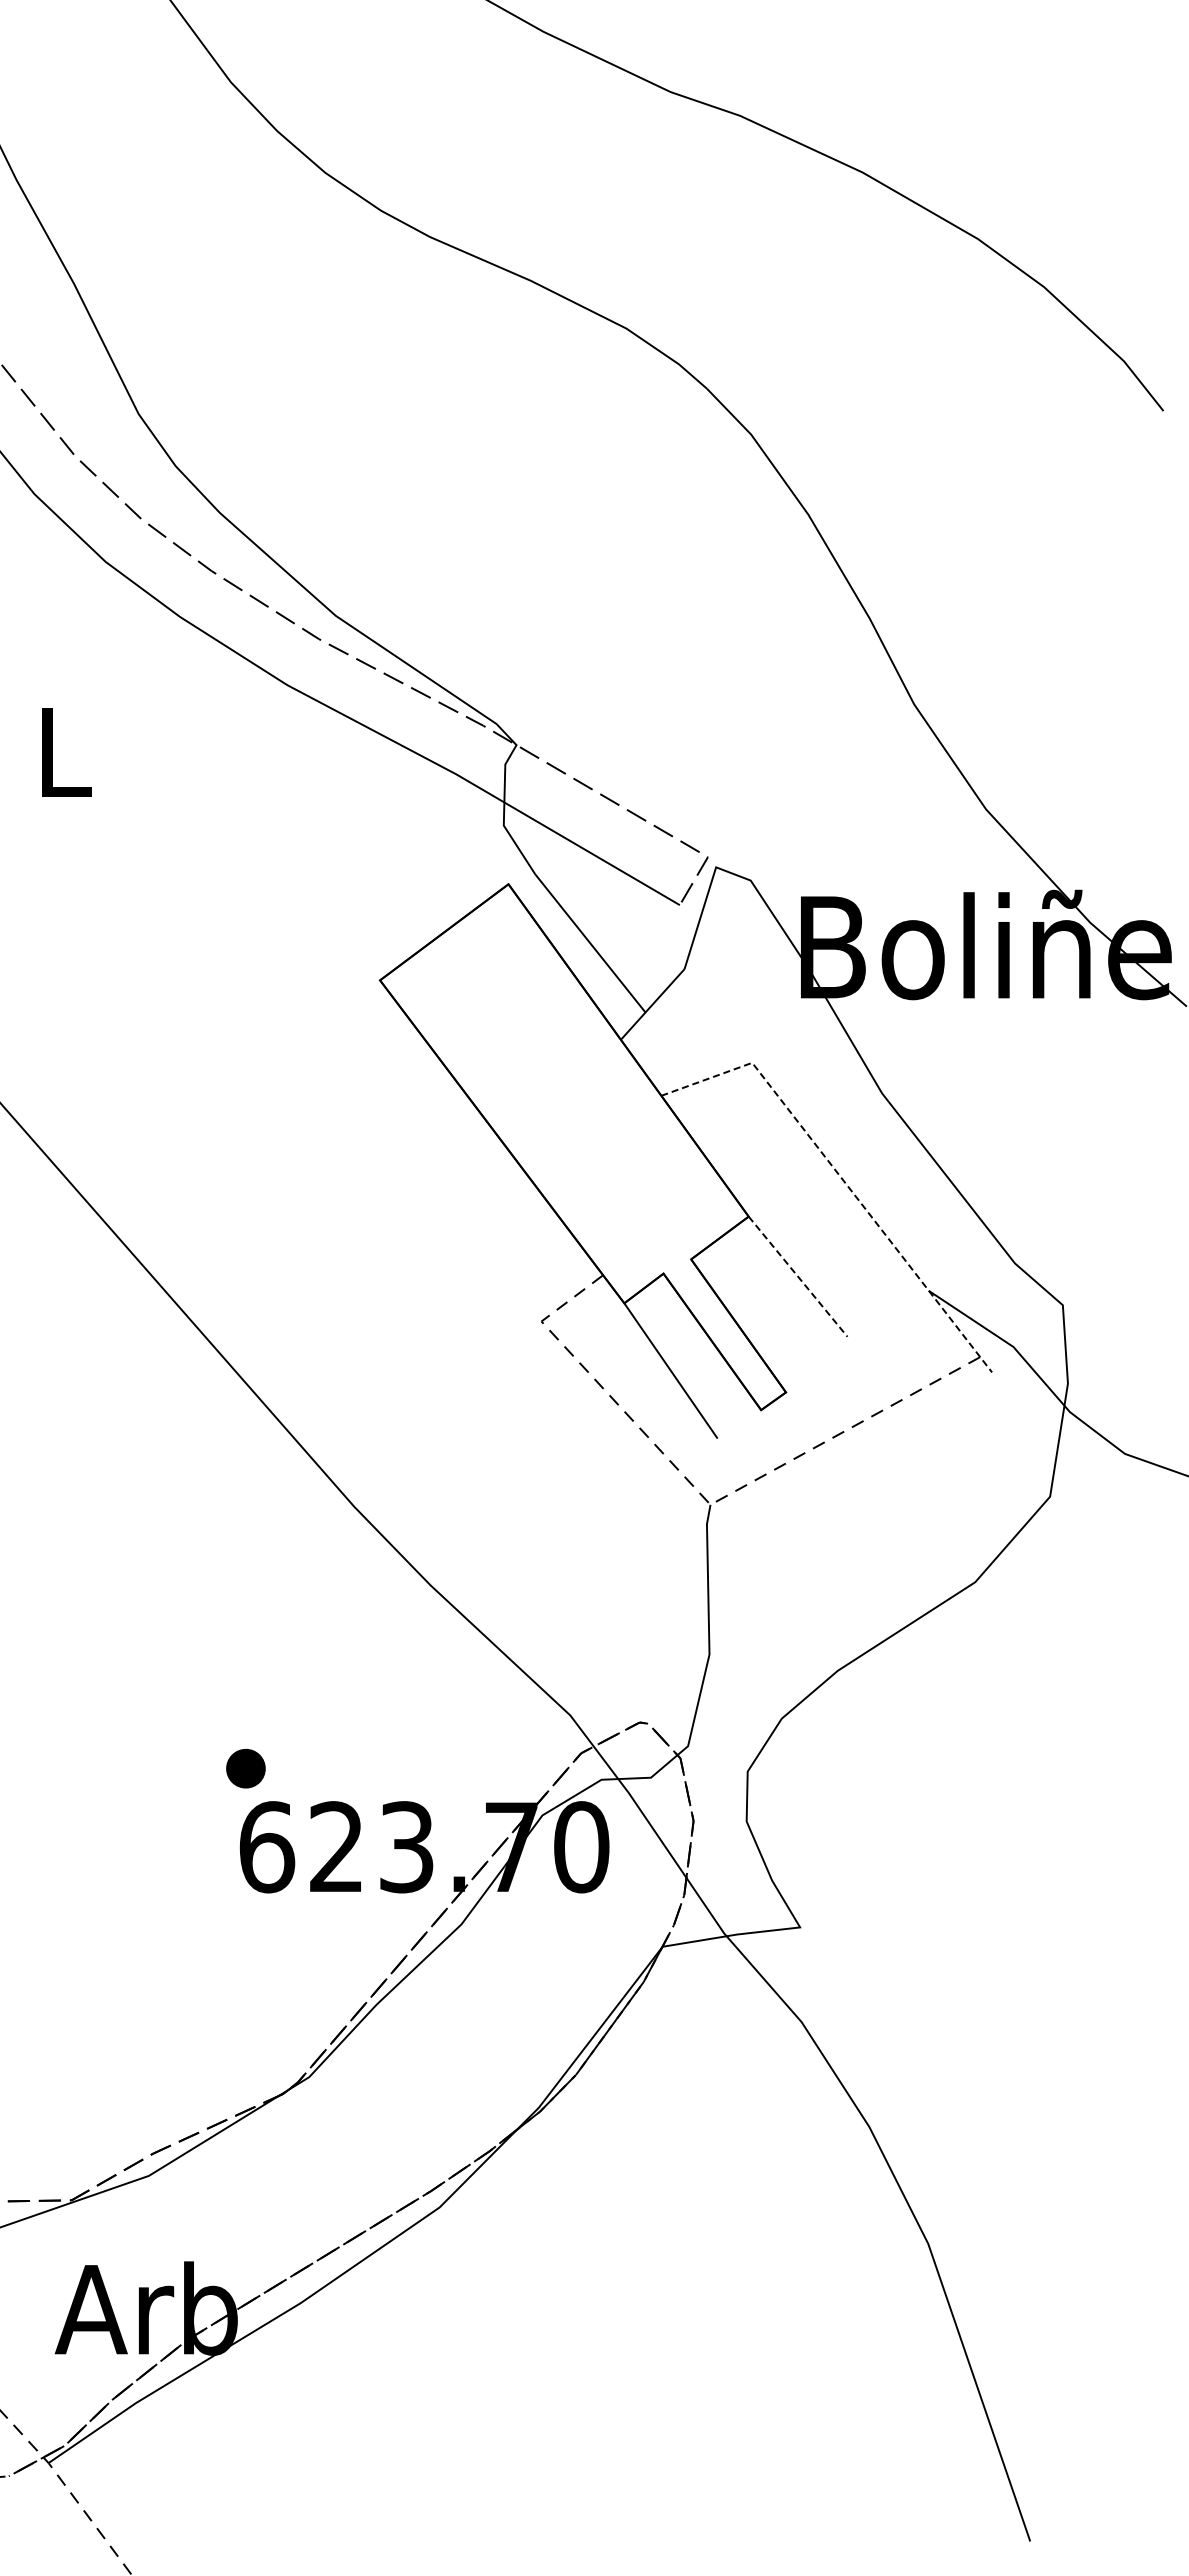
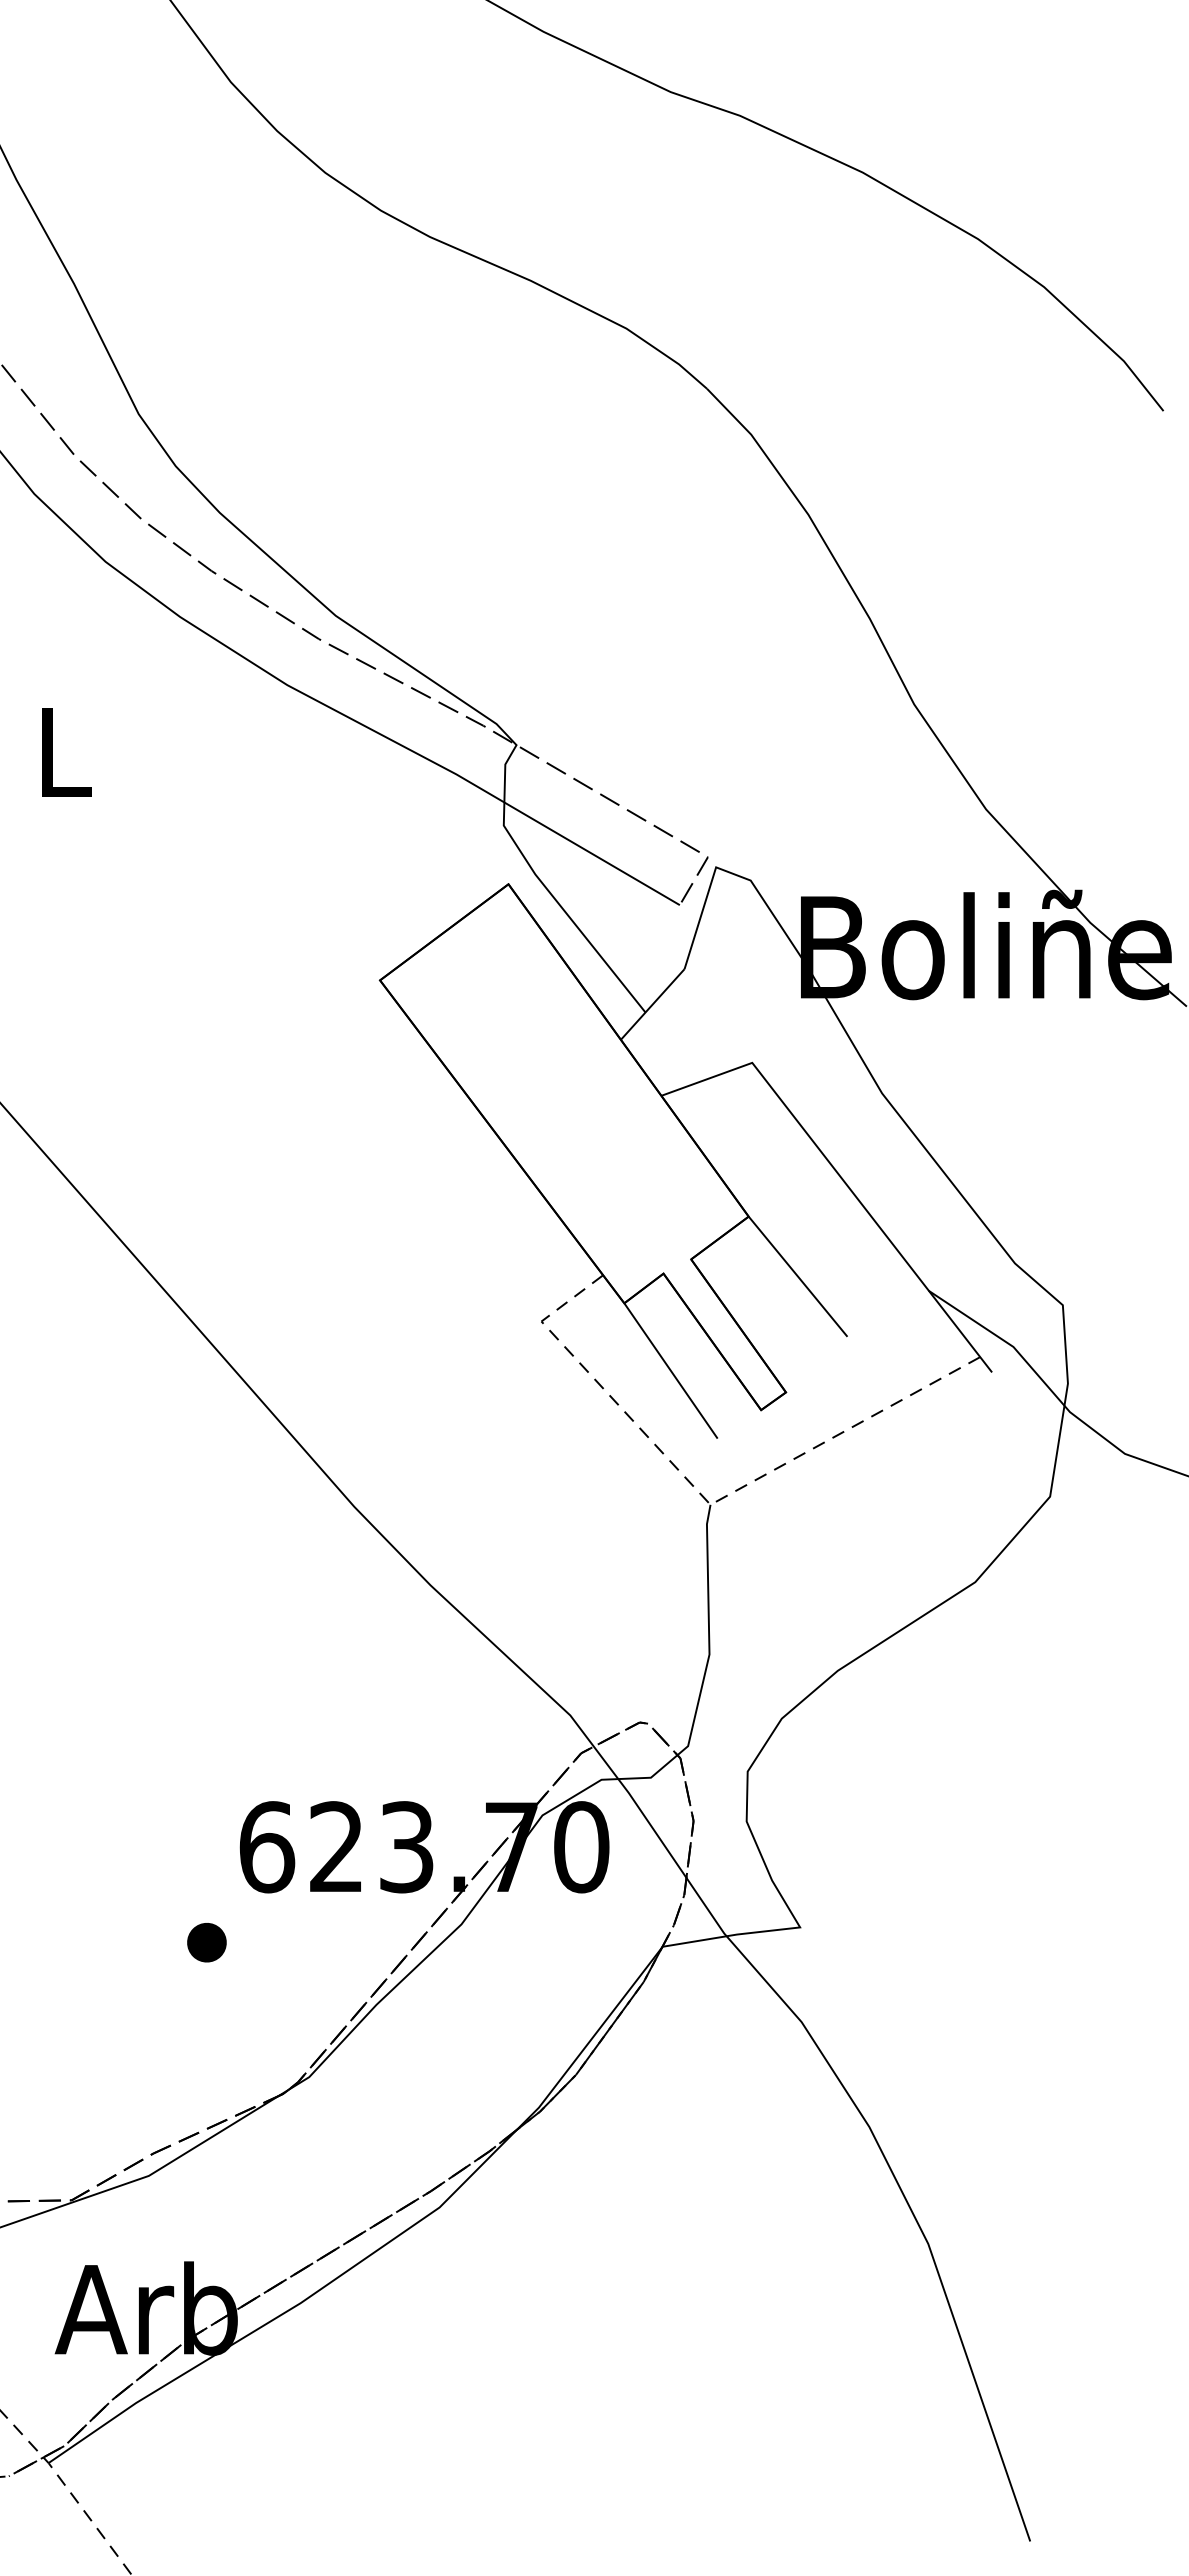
line at (842, 1178): dashed -> solid
line at (798, 1276): dashed -> solid
part at (245, 1768) position: (245, 1768) -> (206, 1942)
